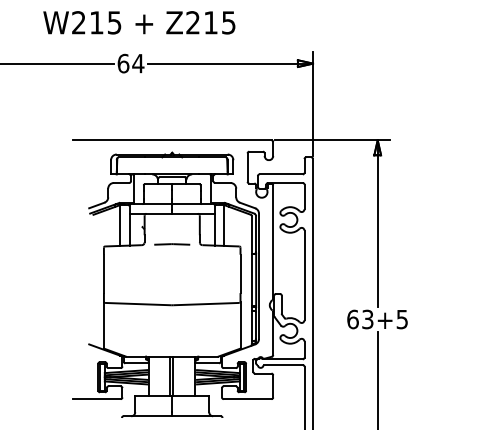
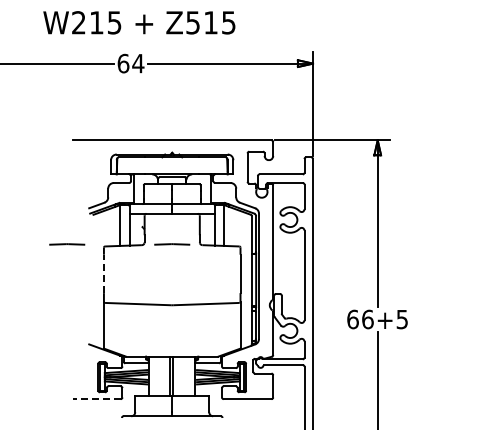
text at (192, 22): Z215 -> Z515
line at (67, 244): none -> present
line at (103, 273): solid -> dashed
text at (367, 319): 63 -> 66
line at (96, 399): solid -> dashed
